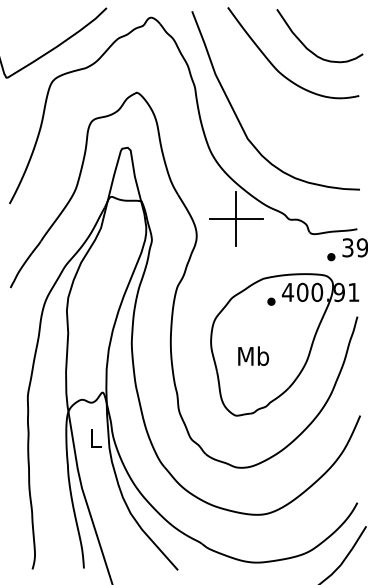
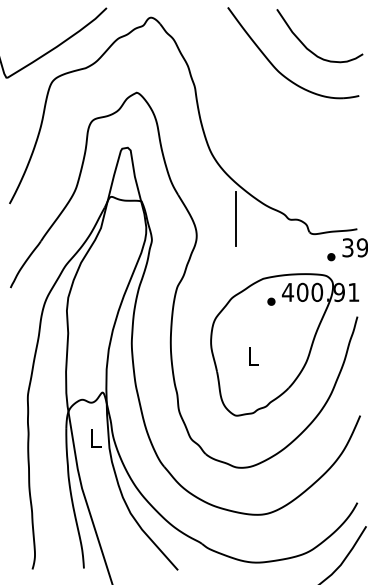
curve at (239, 119): present -> none
line at (235, 218): present -> none
text at (253, 355): Mb -> L
